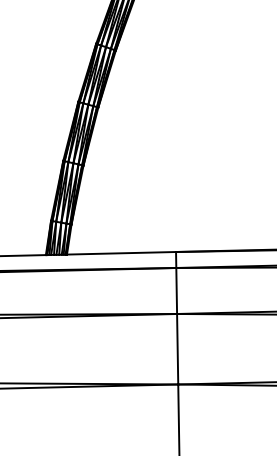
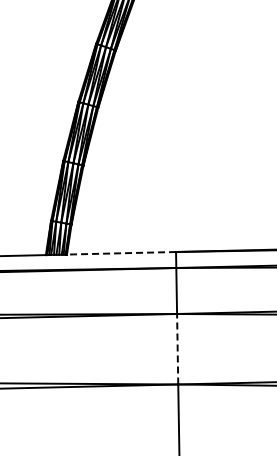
line at (121, 253): solid -> dashed
line at (177, 348): solid -> dashed
